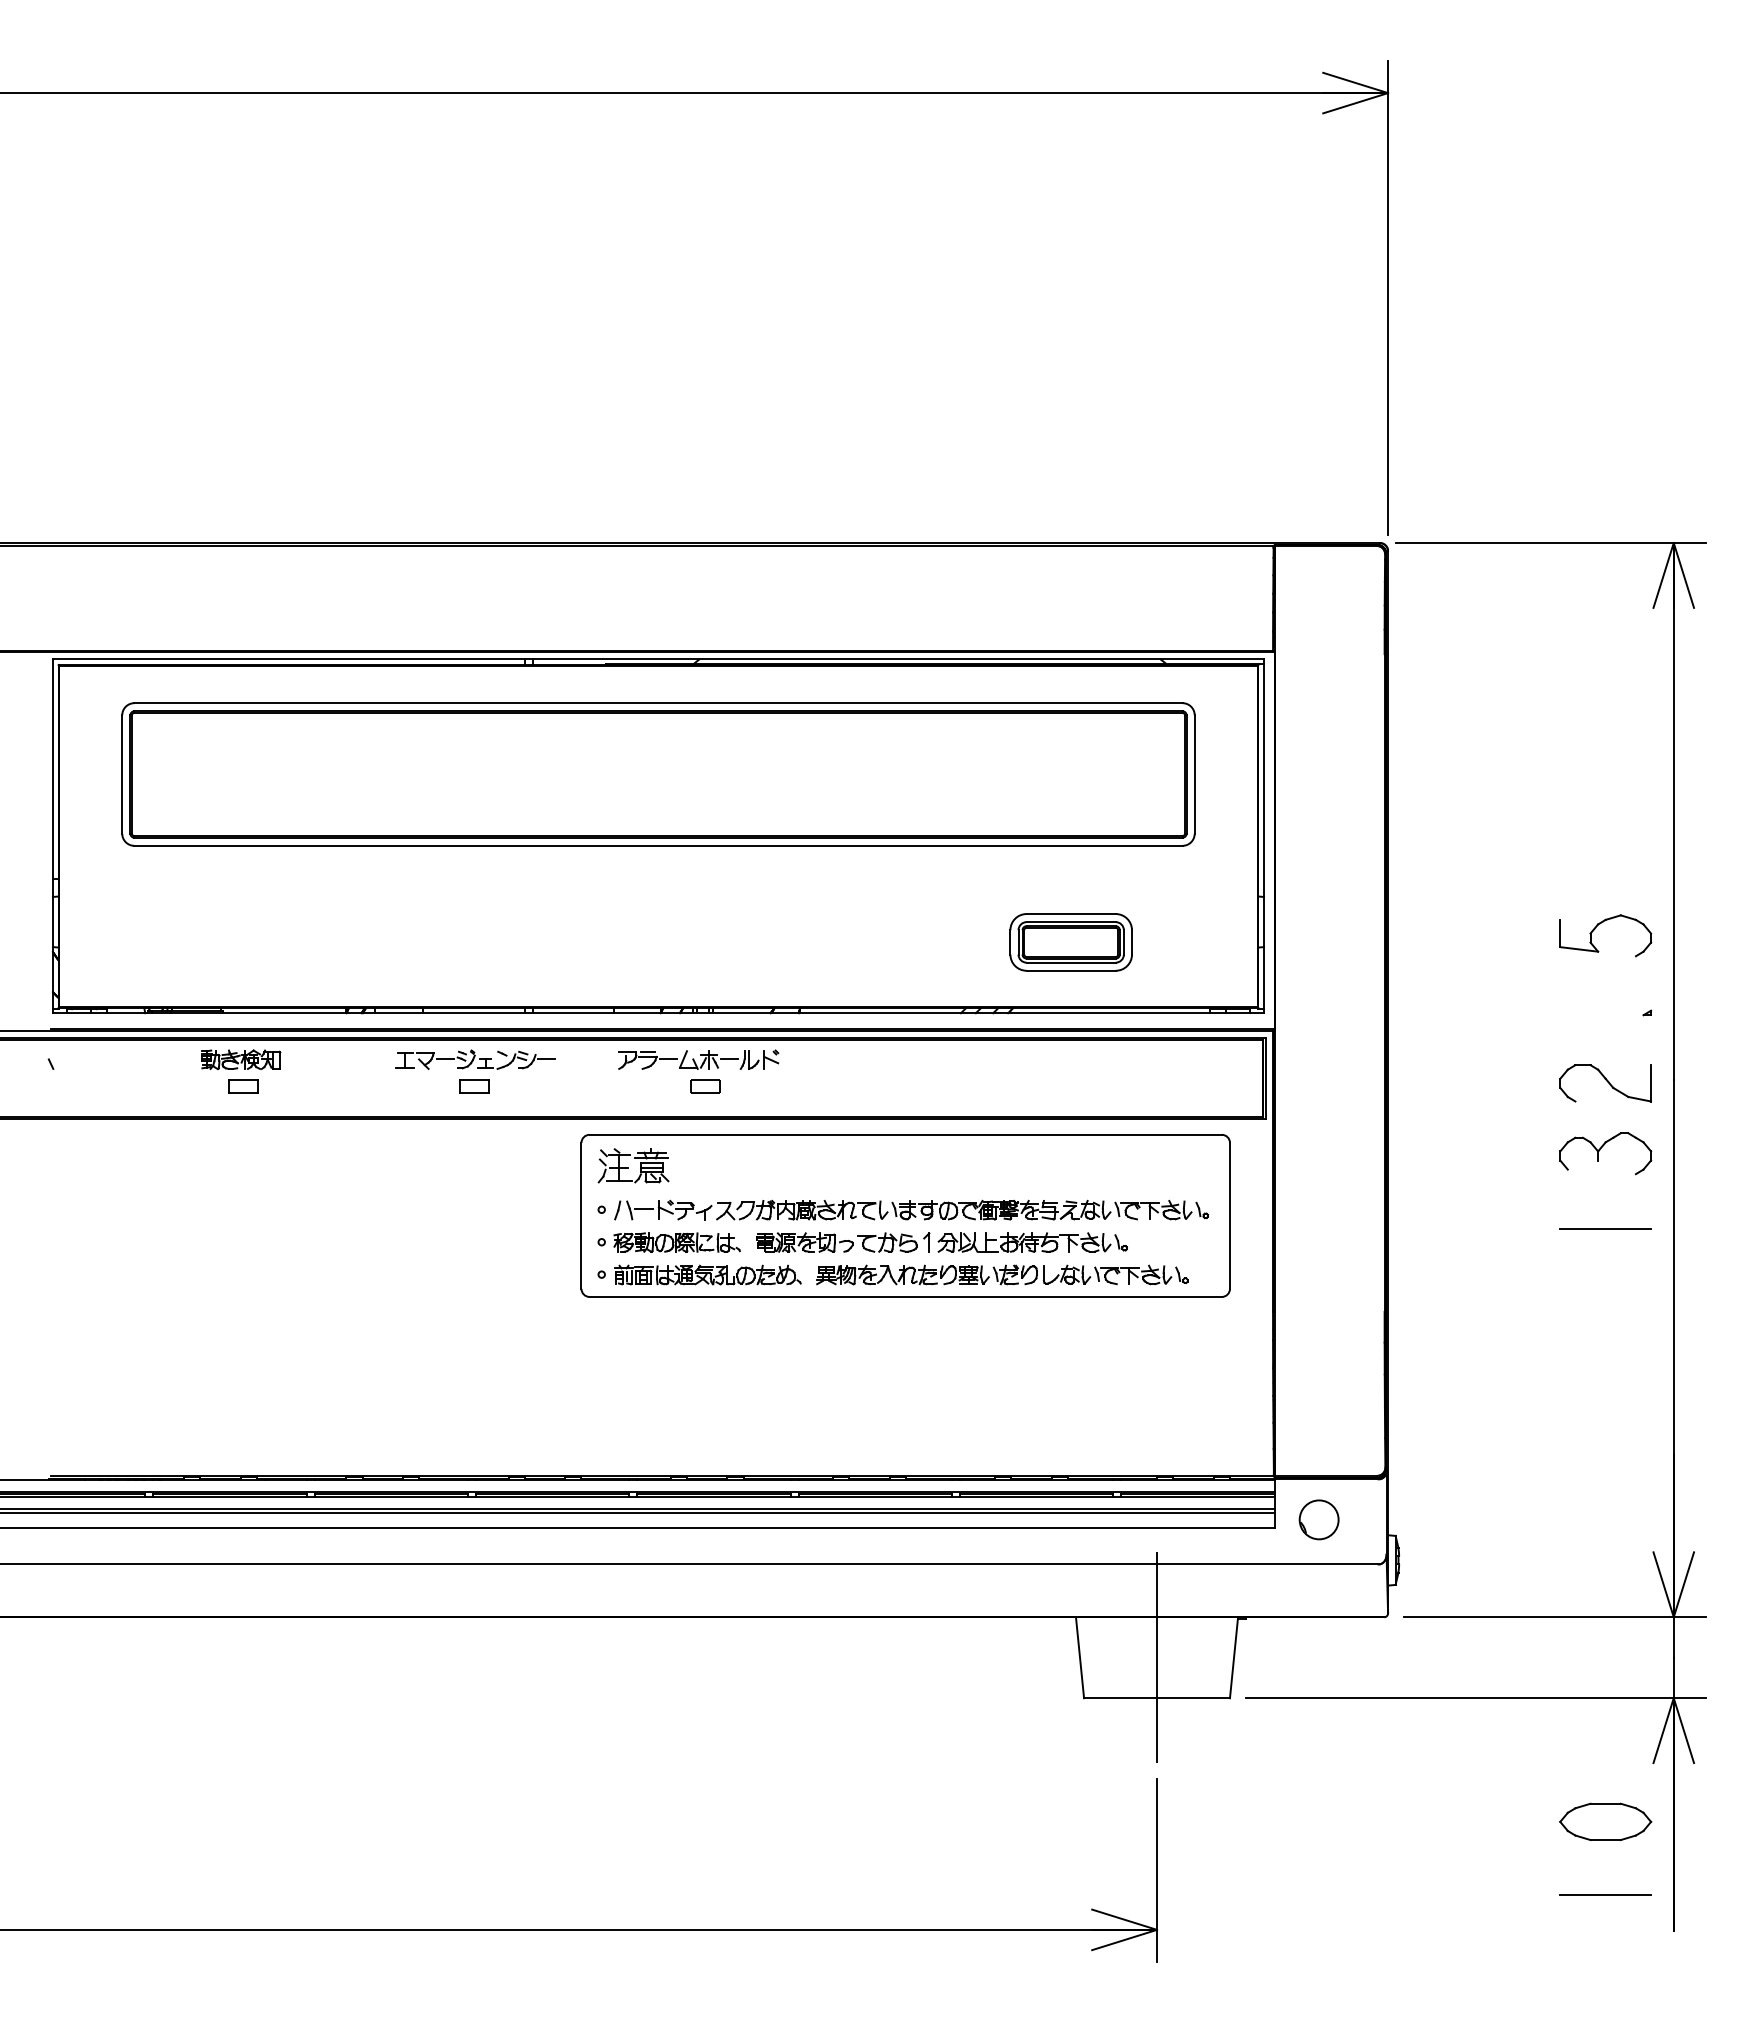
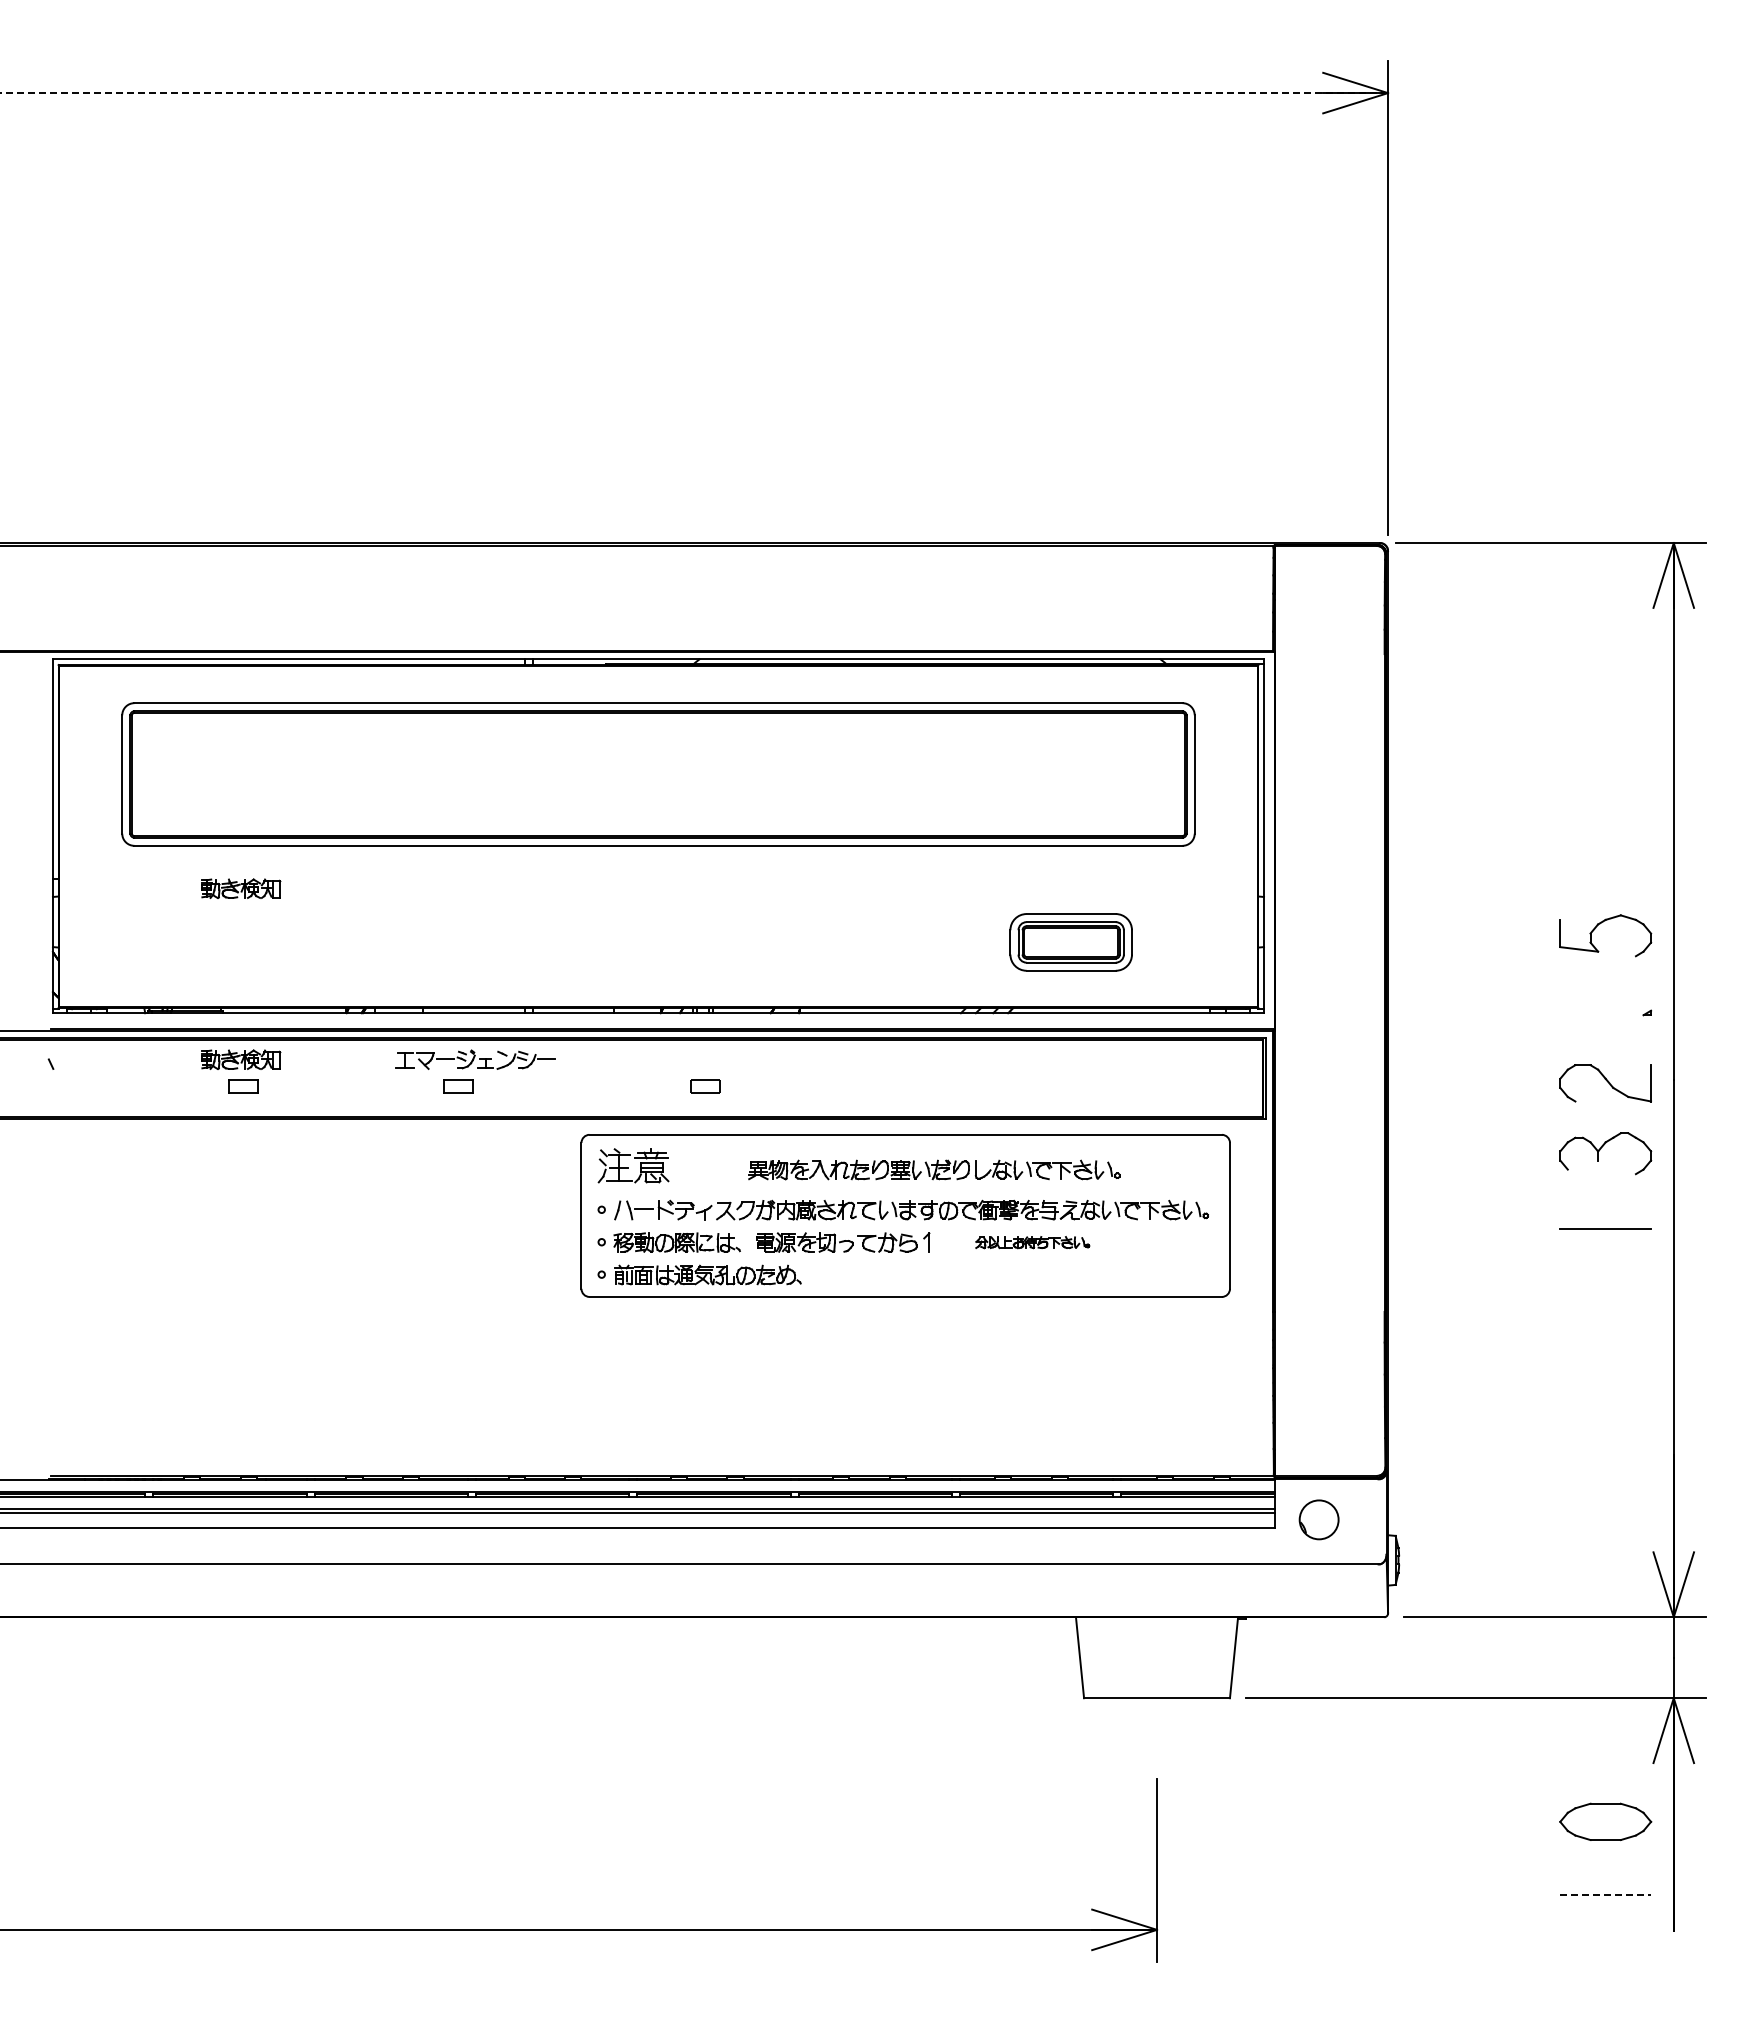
line at (694, 93): solid -> dashed
part at (241, 888): none -> present
part at (698, 1059): present -> none
part at (474, 1086) position: (474, 1086) -> (458, 1086)
part at (1032, 1242) size: 191x21 px -> 116x14 px
part at (1002, 1274) position: (1002, 1274) -> (934, 1169)
line at (1157, 1657): present -> none
line at (1606, 1894): solid -> dashed
